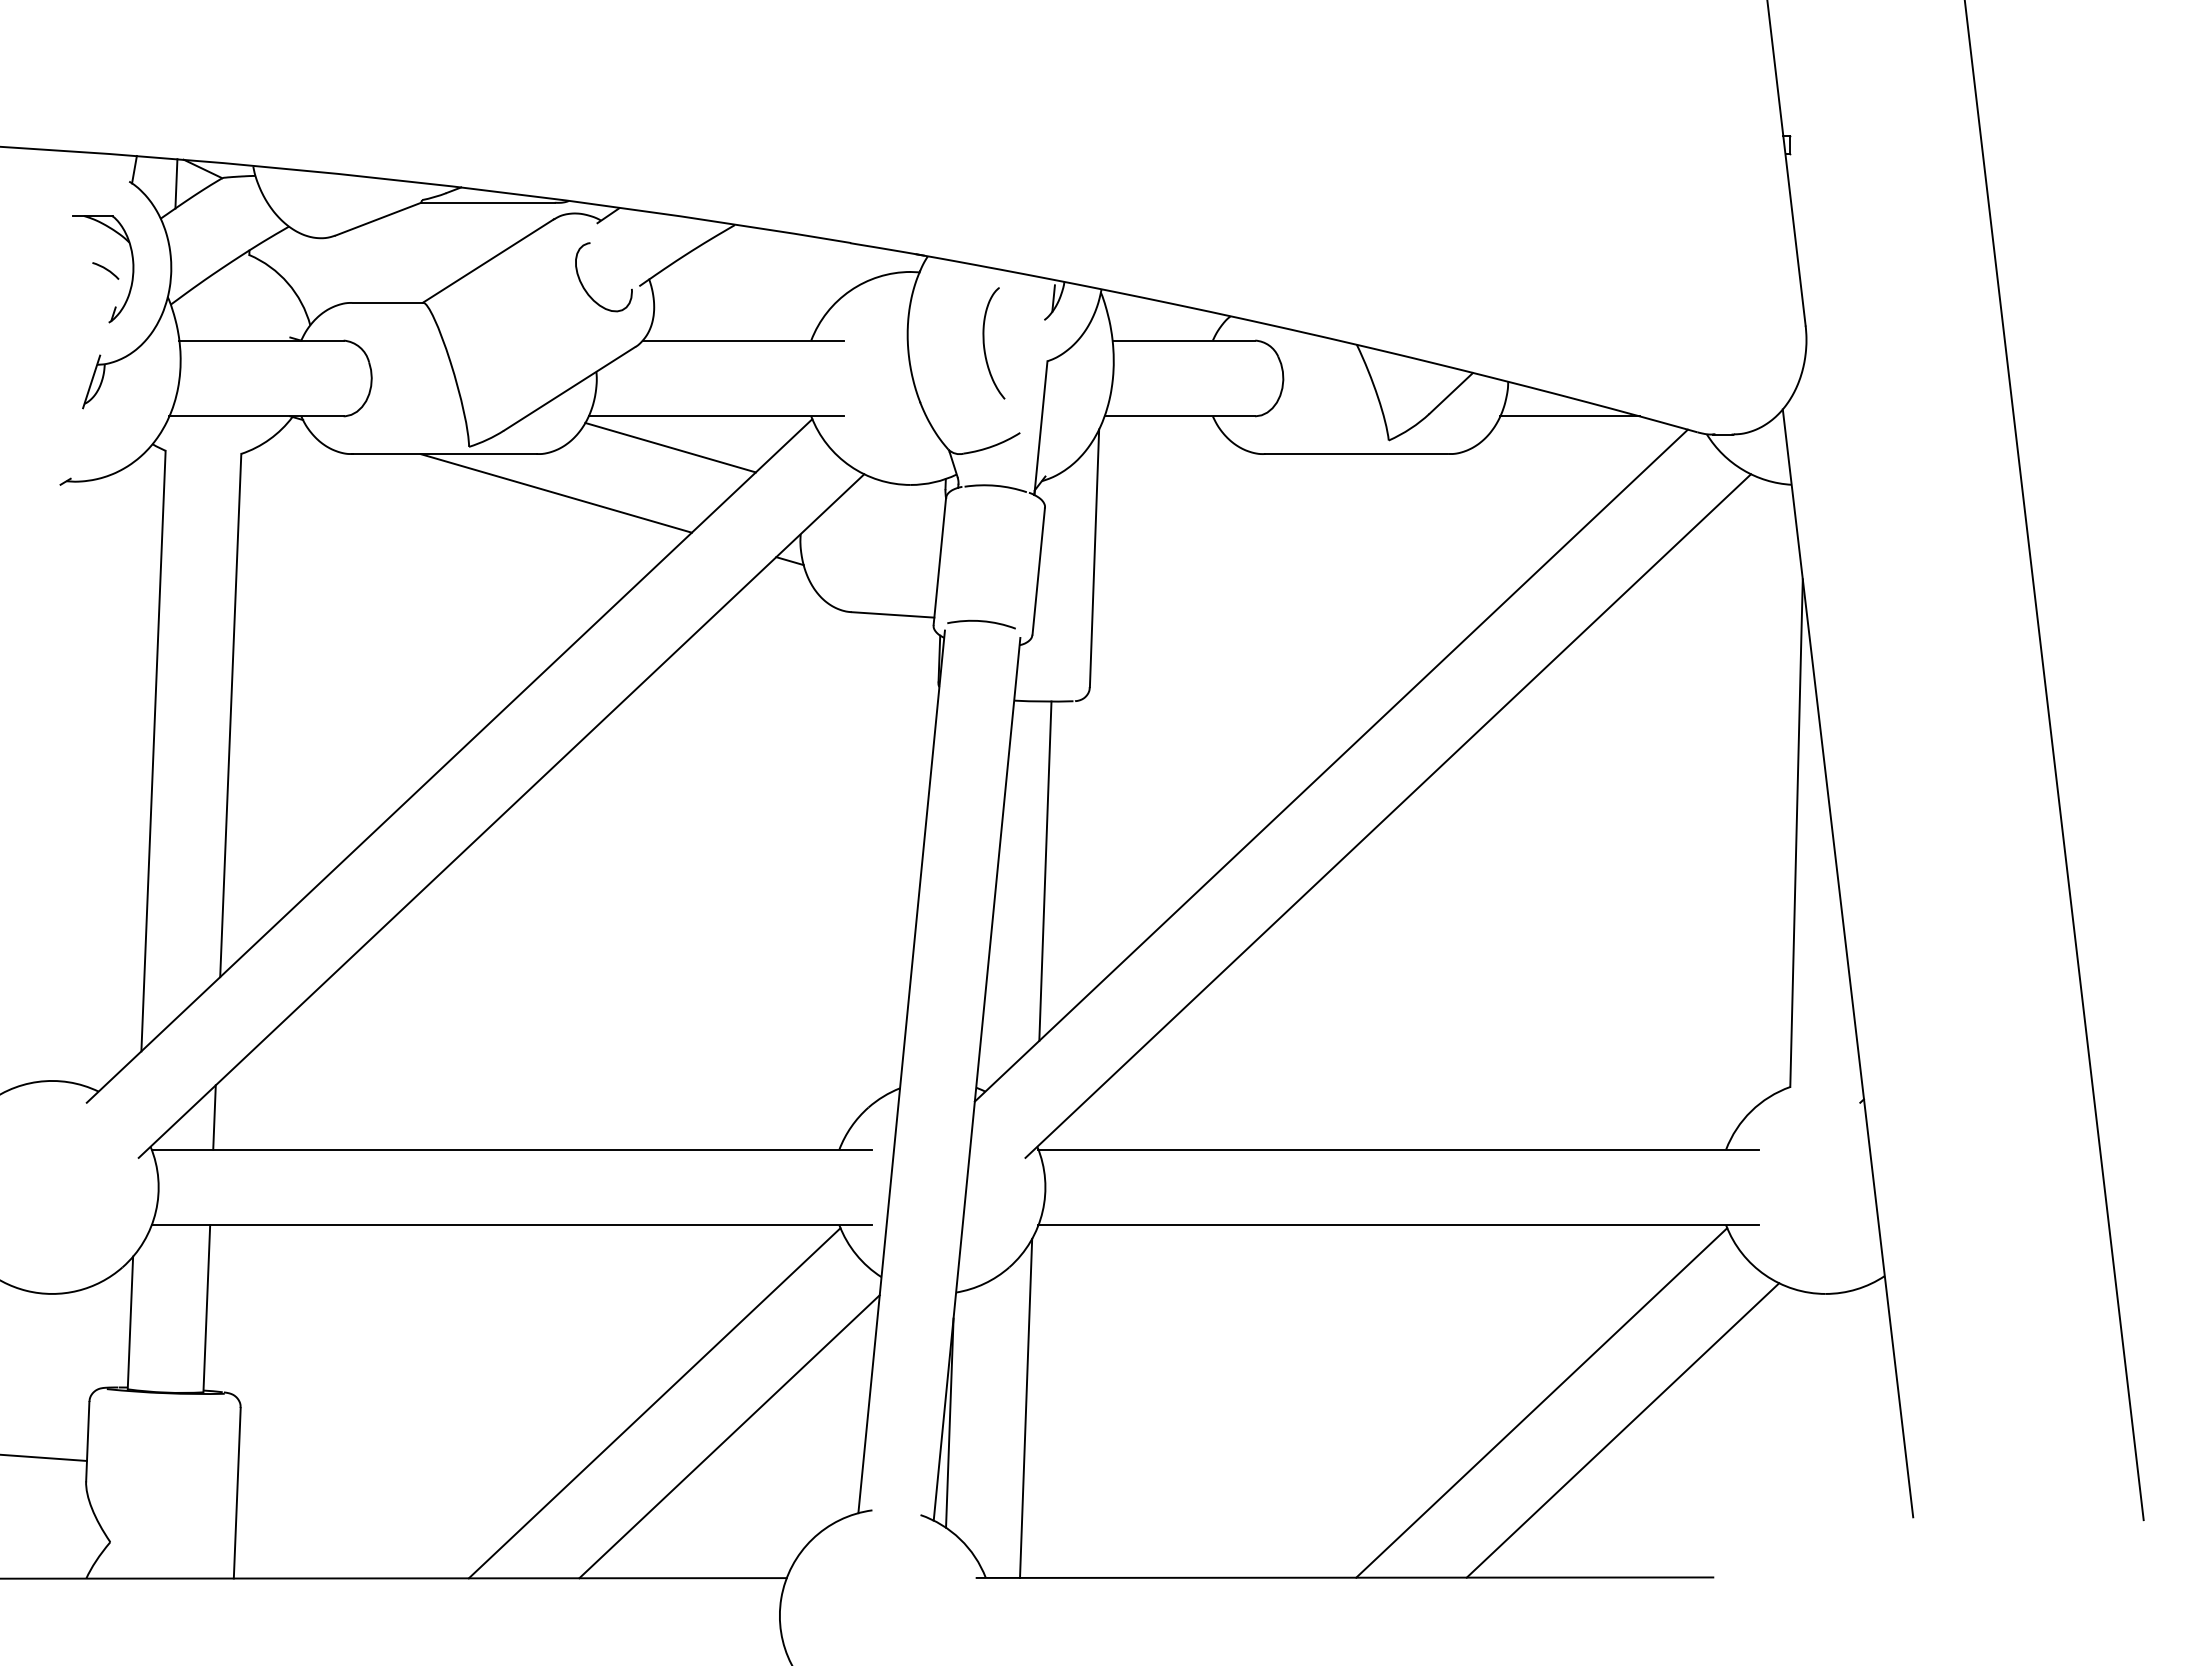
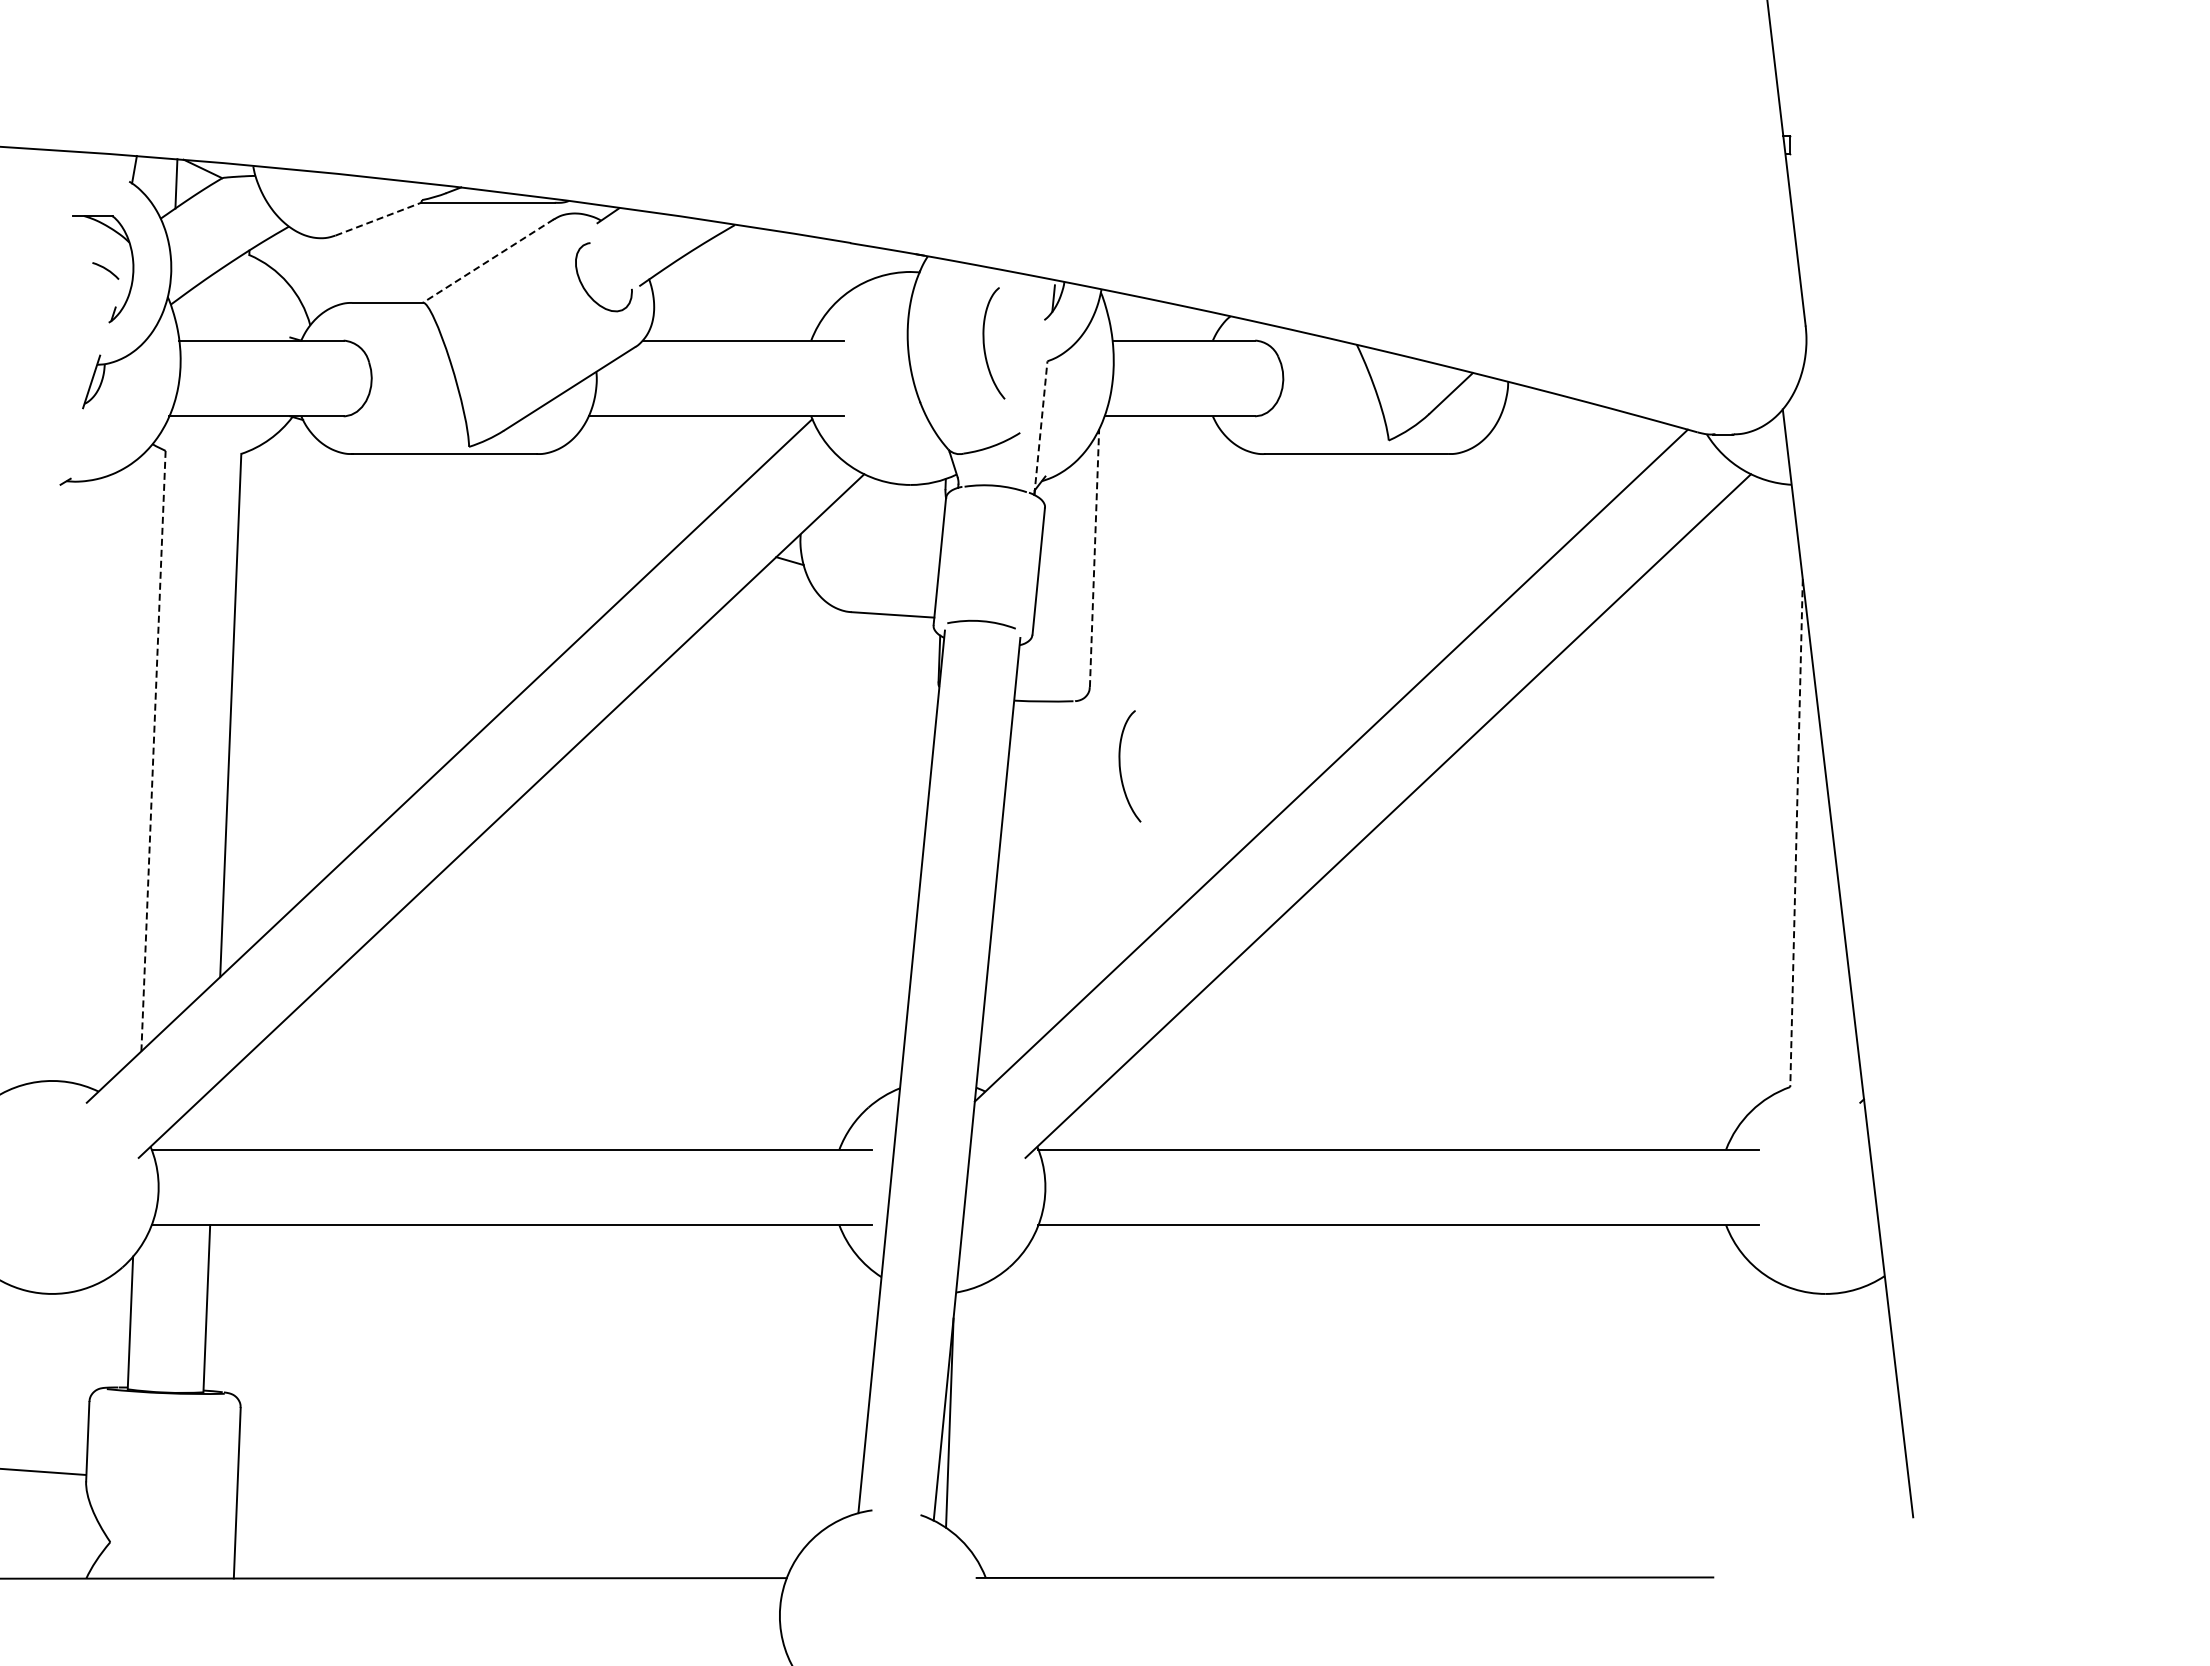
line at (378, 219): solid -> dashed
line at (488, 261): solid -> dashed
line at (1569, 416): present -> none
line at (1040, 427): solid -> dashed
line at (670, 447): present -> none
line at (555, 493): present -> none
line at (1094, 558): solid -> dashed
line at (153, 751): solid -> dashed
line at (2054, 761): present -> none
curve at (1121, 770): none -> present
line at (1796, 833): solid -> dashed
line at (1045, 870): present -> none
line at (214, 1117): present -> none
line at (1541, 1402): present -> none
line at (654, 1403): present -> none
line at (1026, 1407): present -> none
line at (1622, 1430): present -> none
line at (729, 1436): present -> none
line at (44, 1457) position: (44, 1457) -> (43, 1471)
